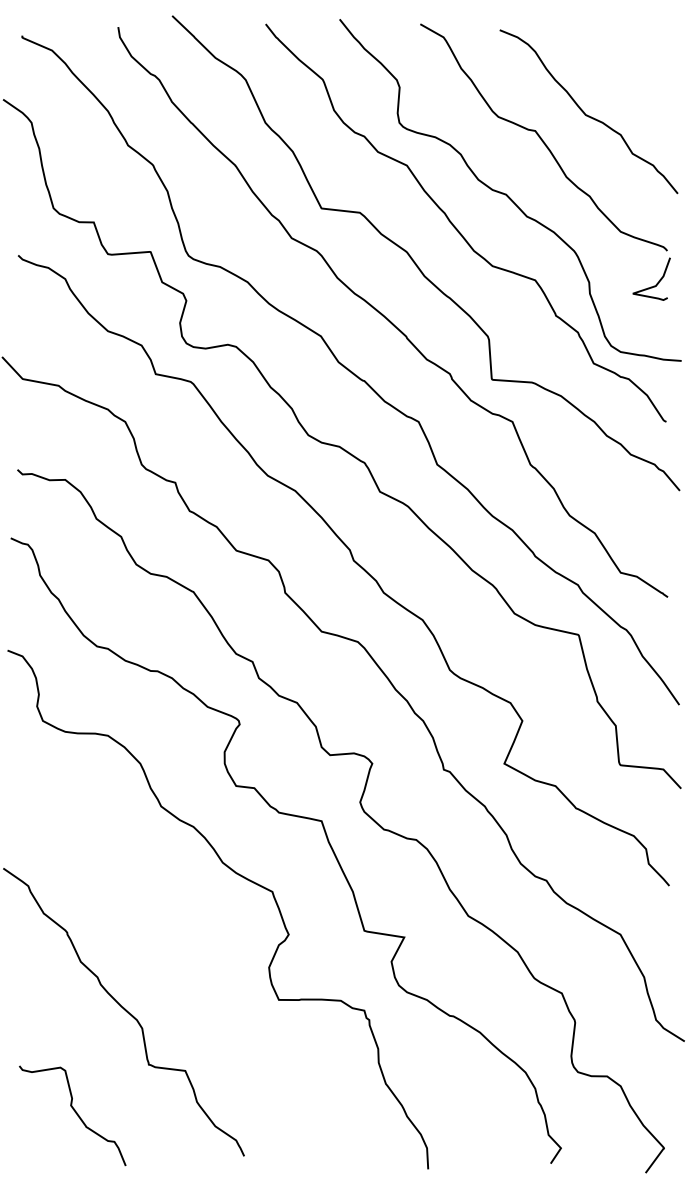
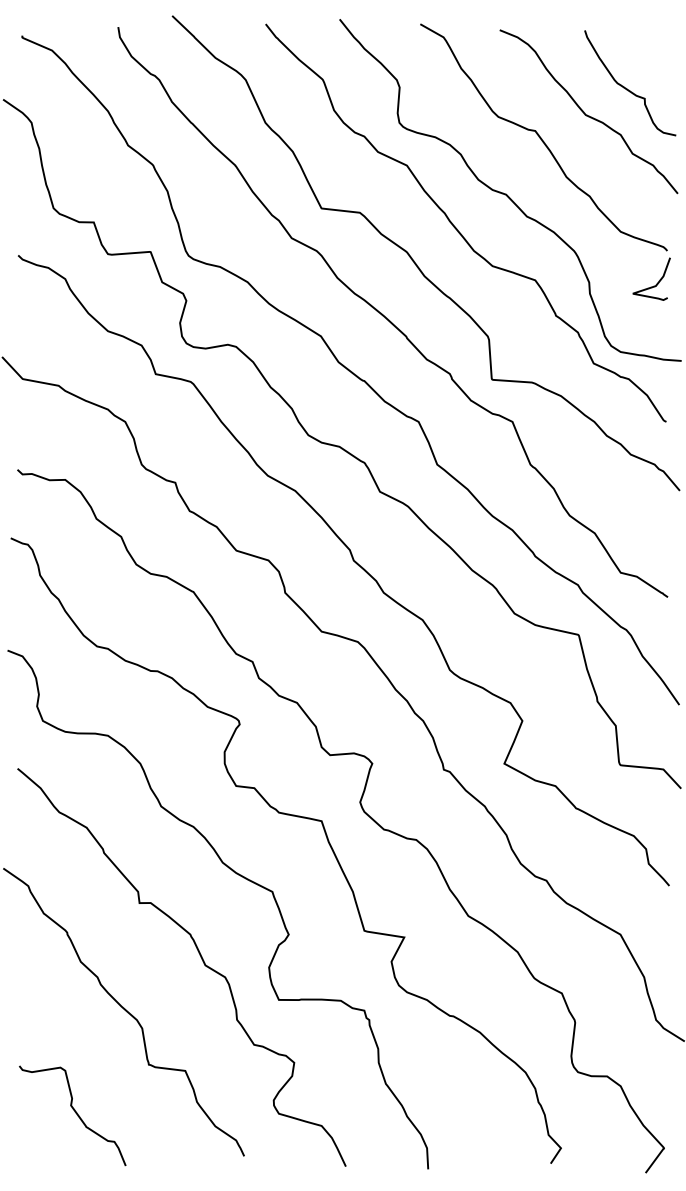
curve at (627, 88): none -> present
curve at (200, 957): none -> present
